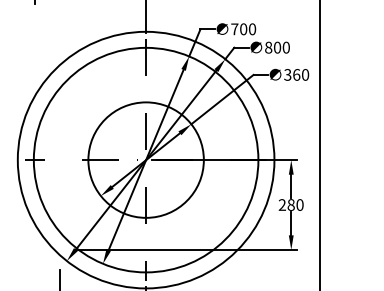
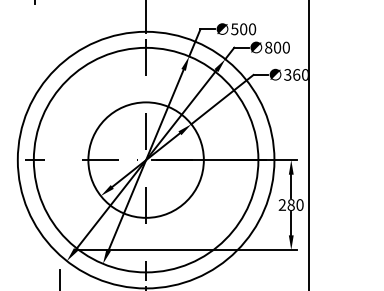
text at (234, 29): 700 -> 500
line at (319, 144) position: (319, 144) -> (308, 144)
